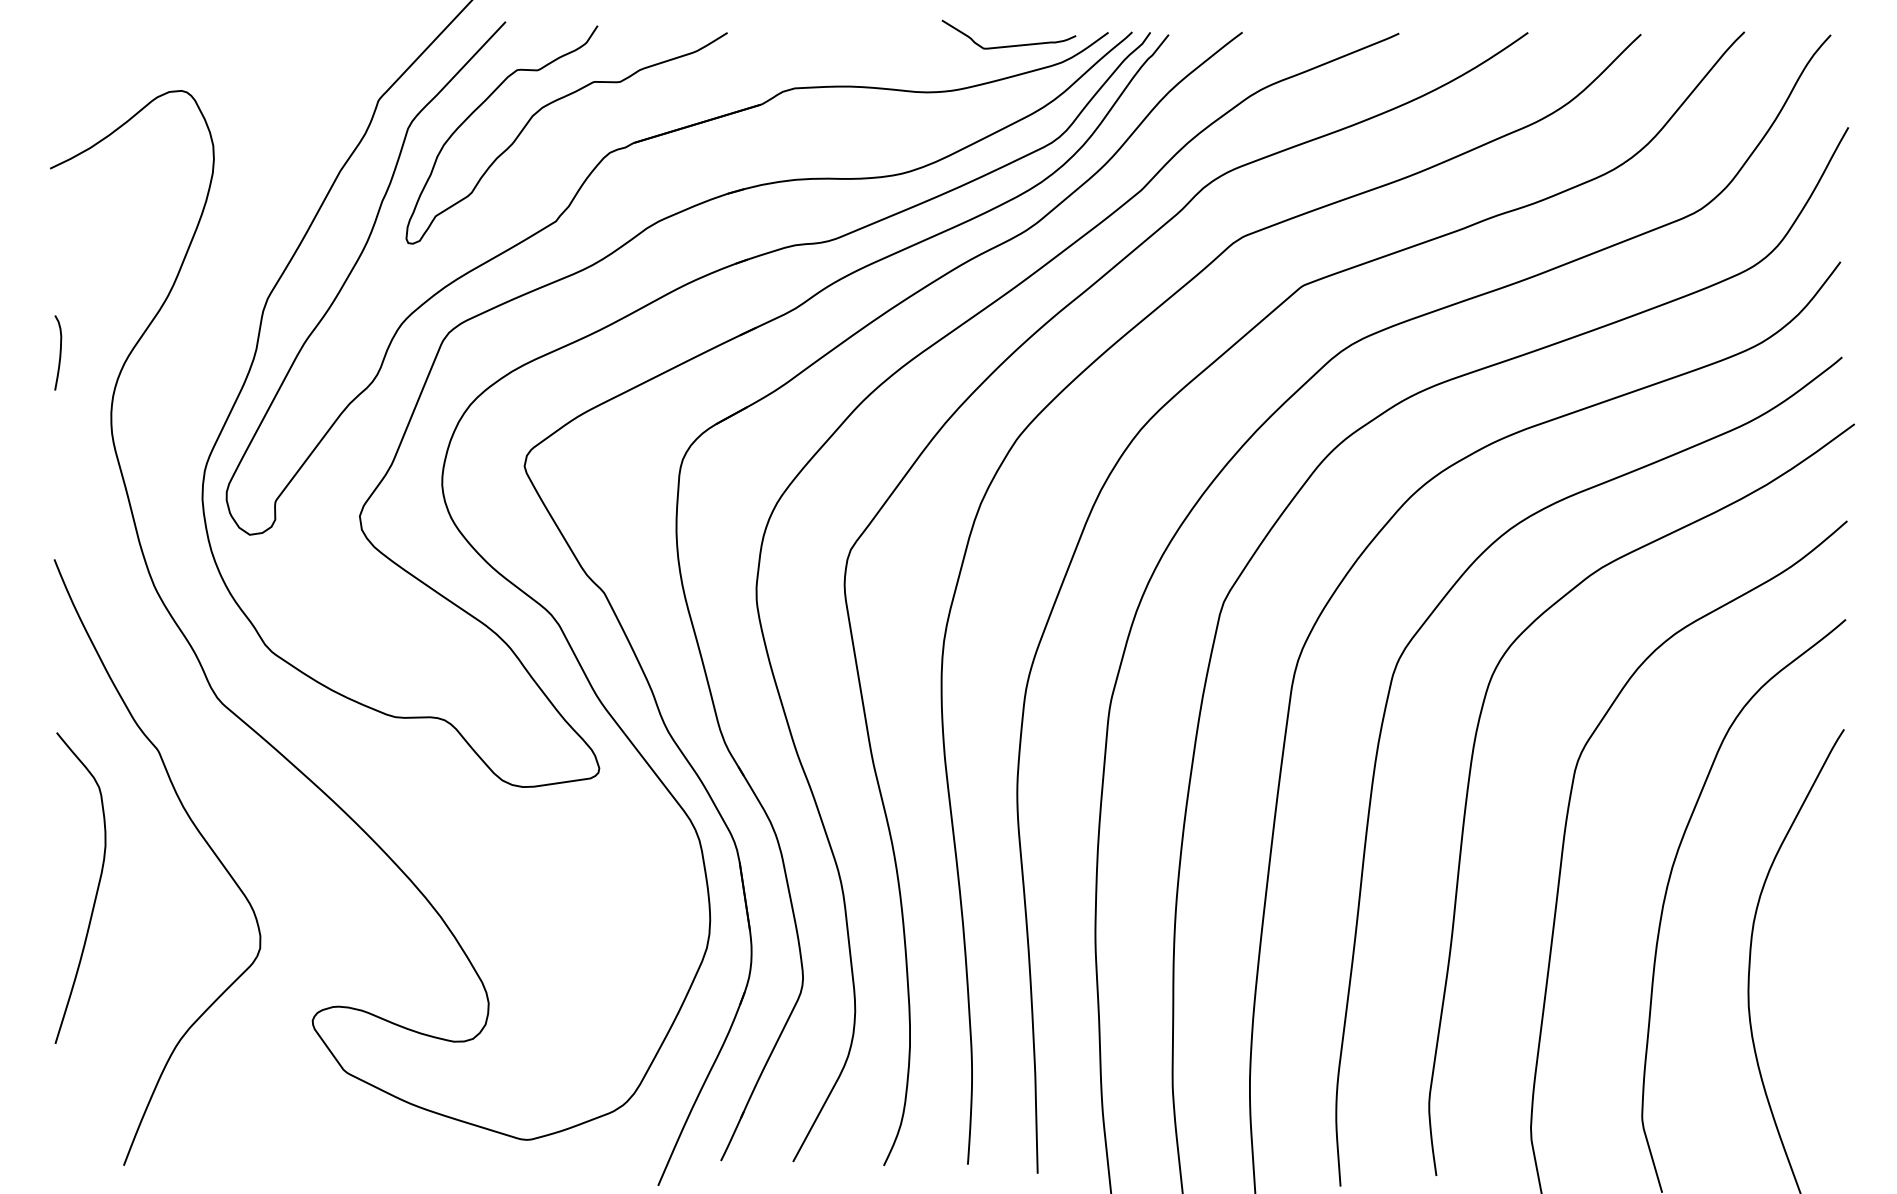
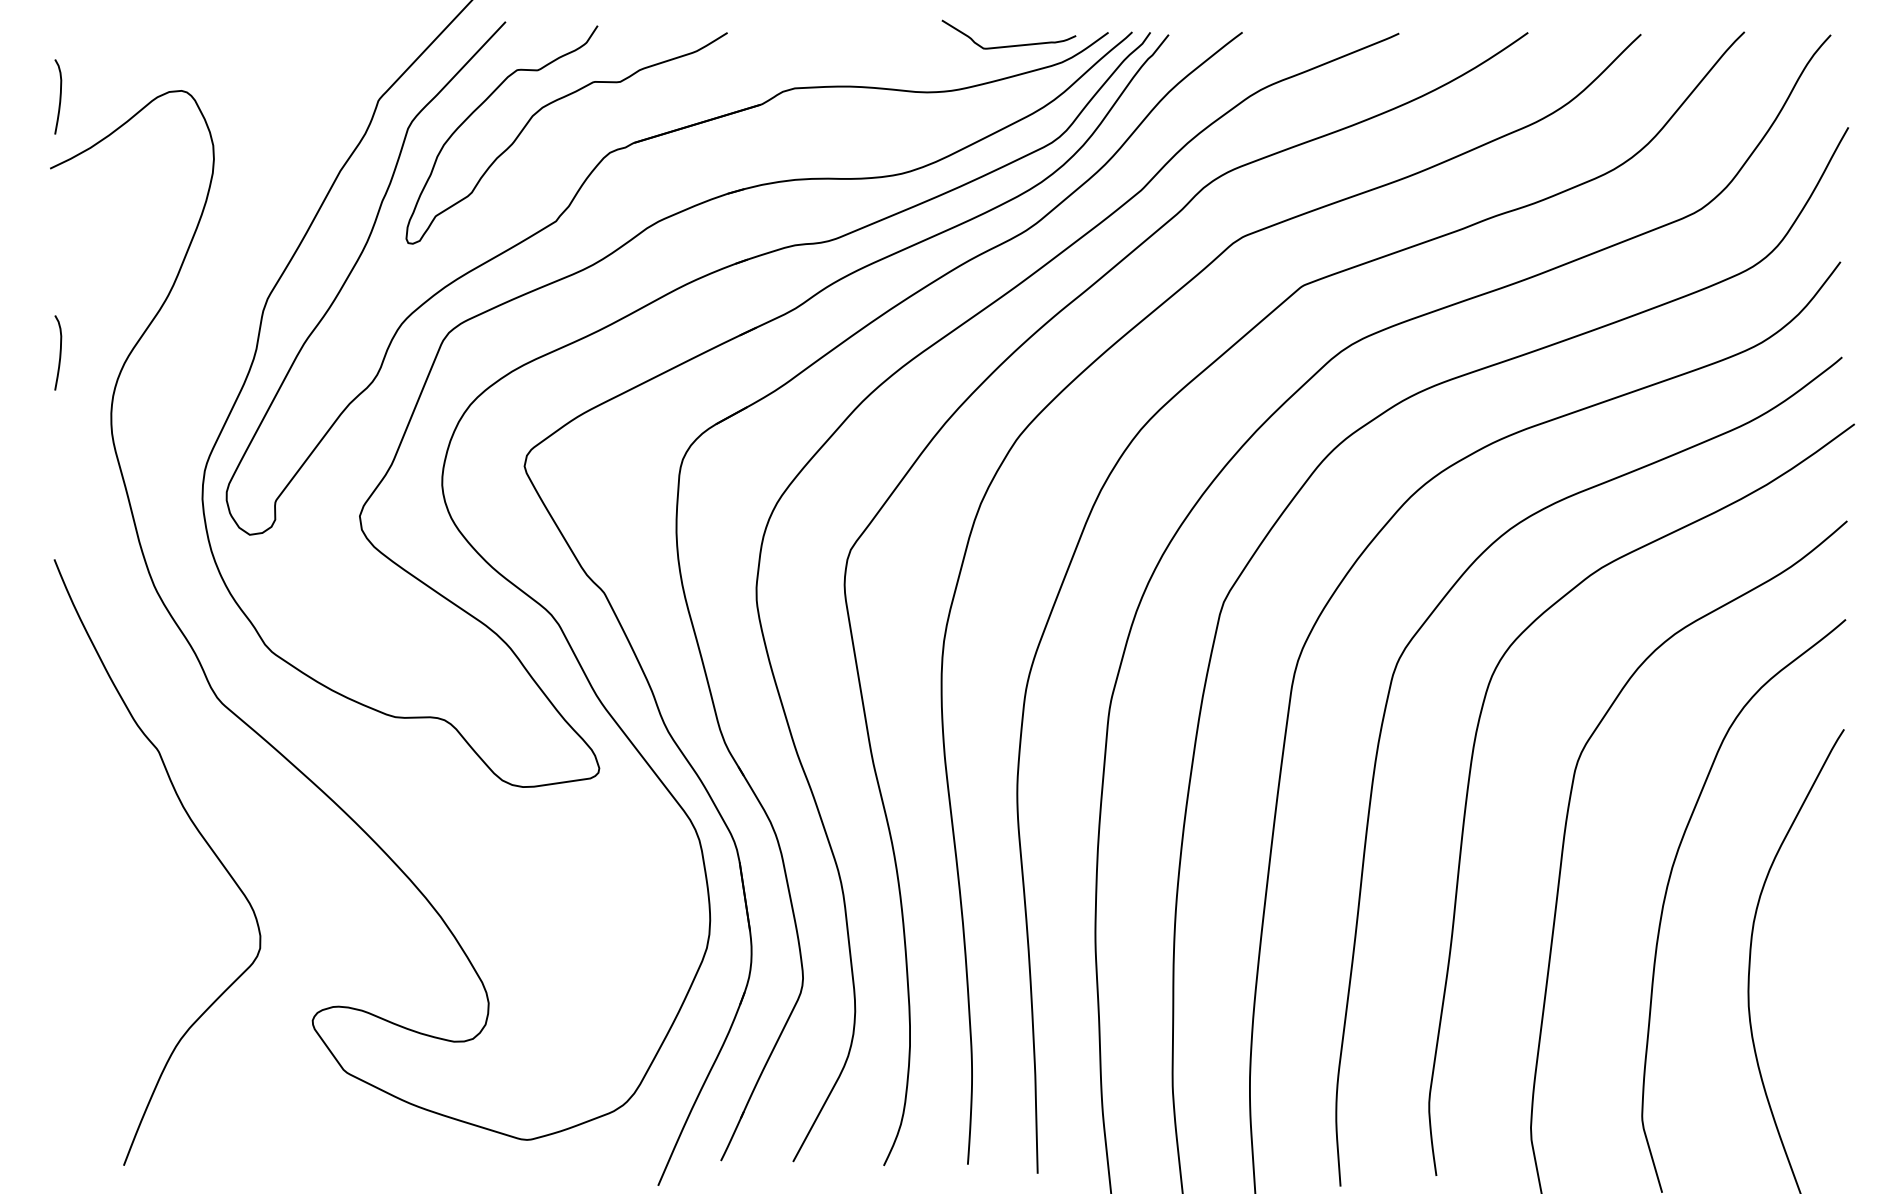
curve at (59, 96): none -> present
curve at (96, 889): present -> none
